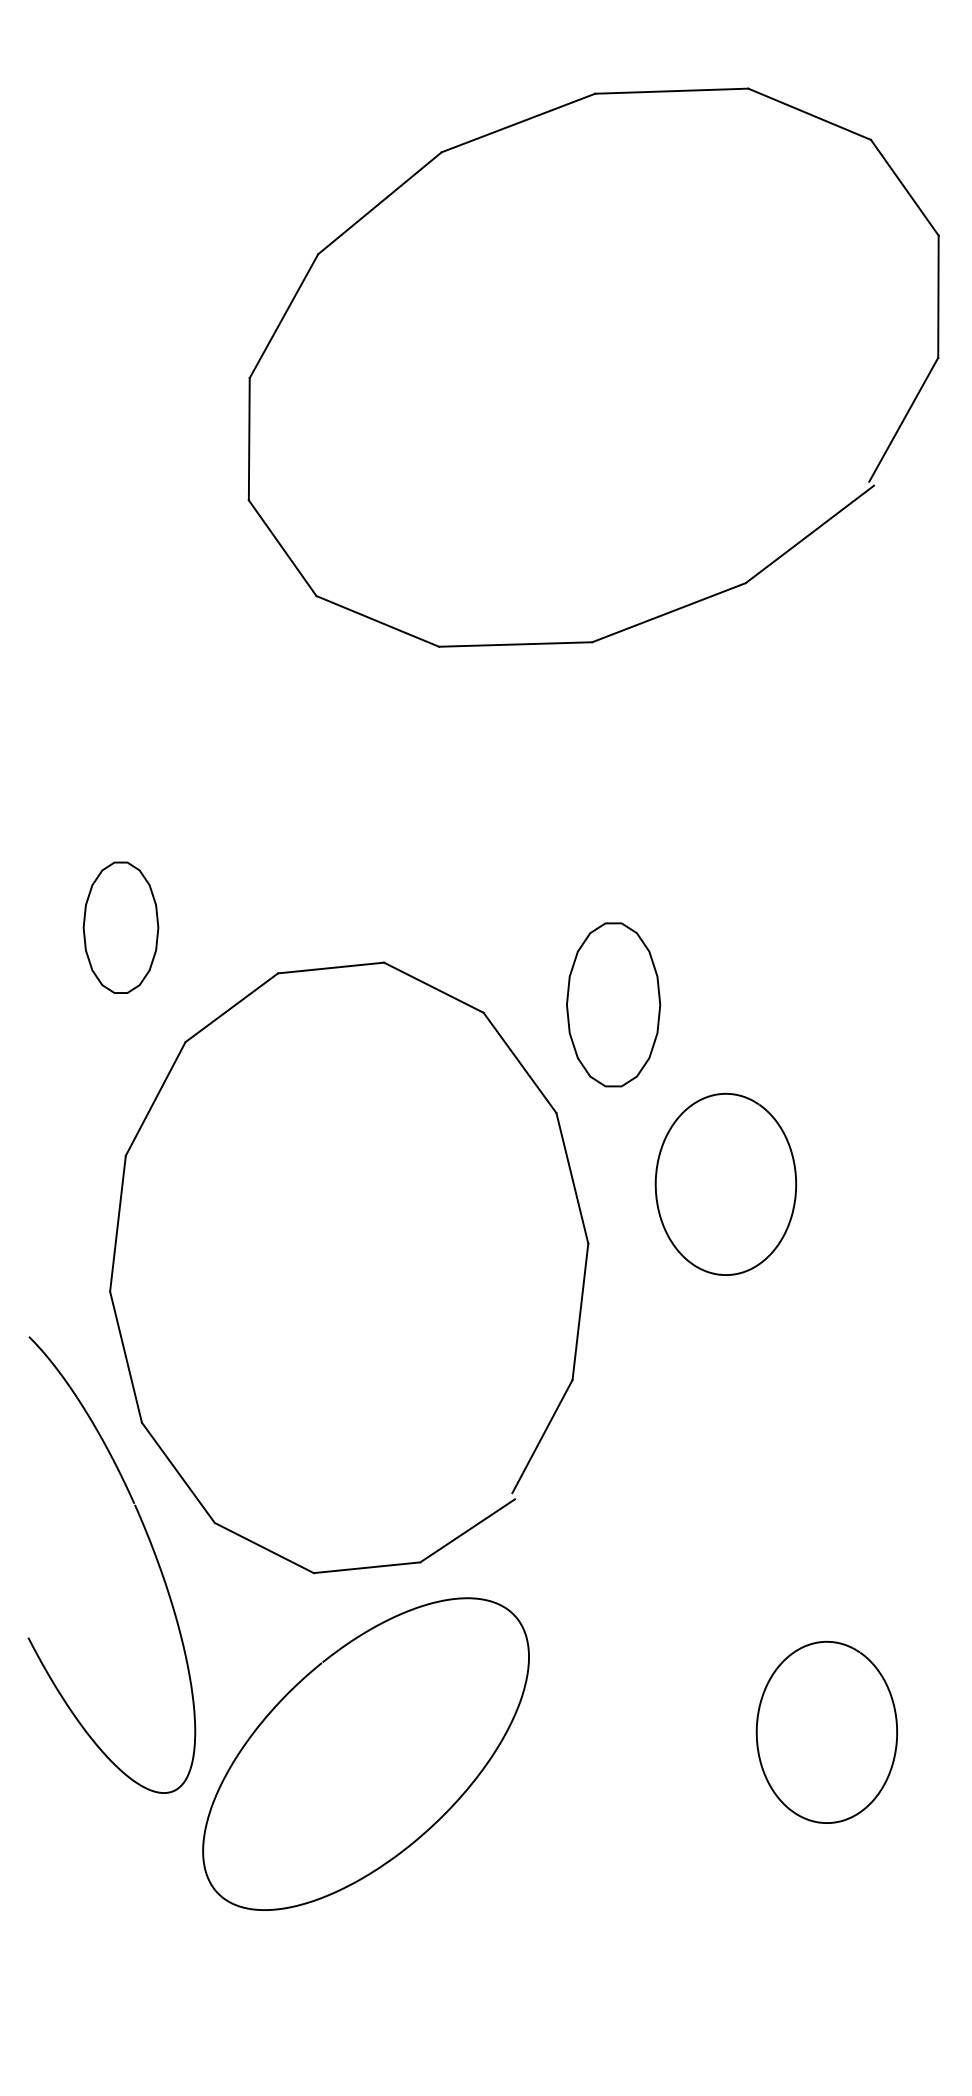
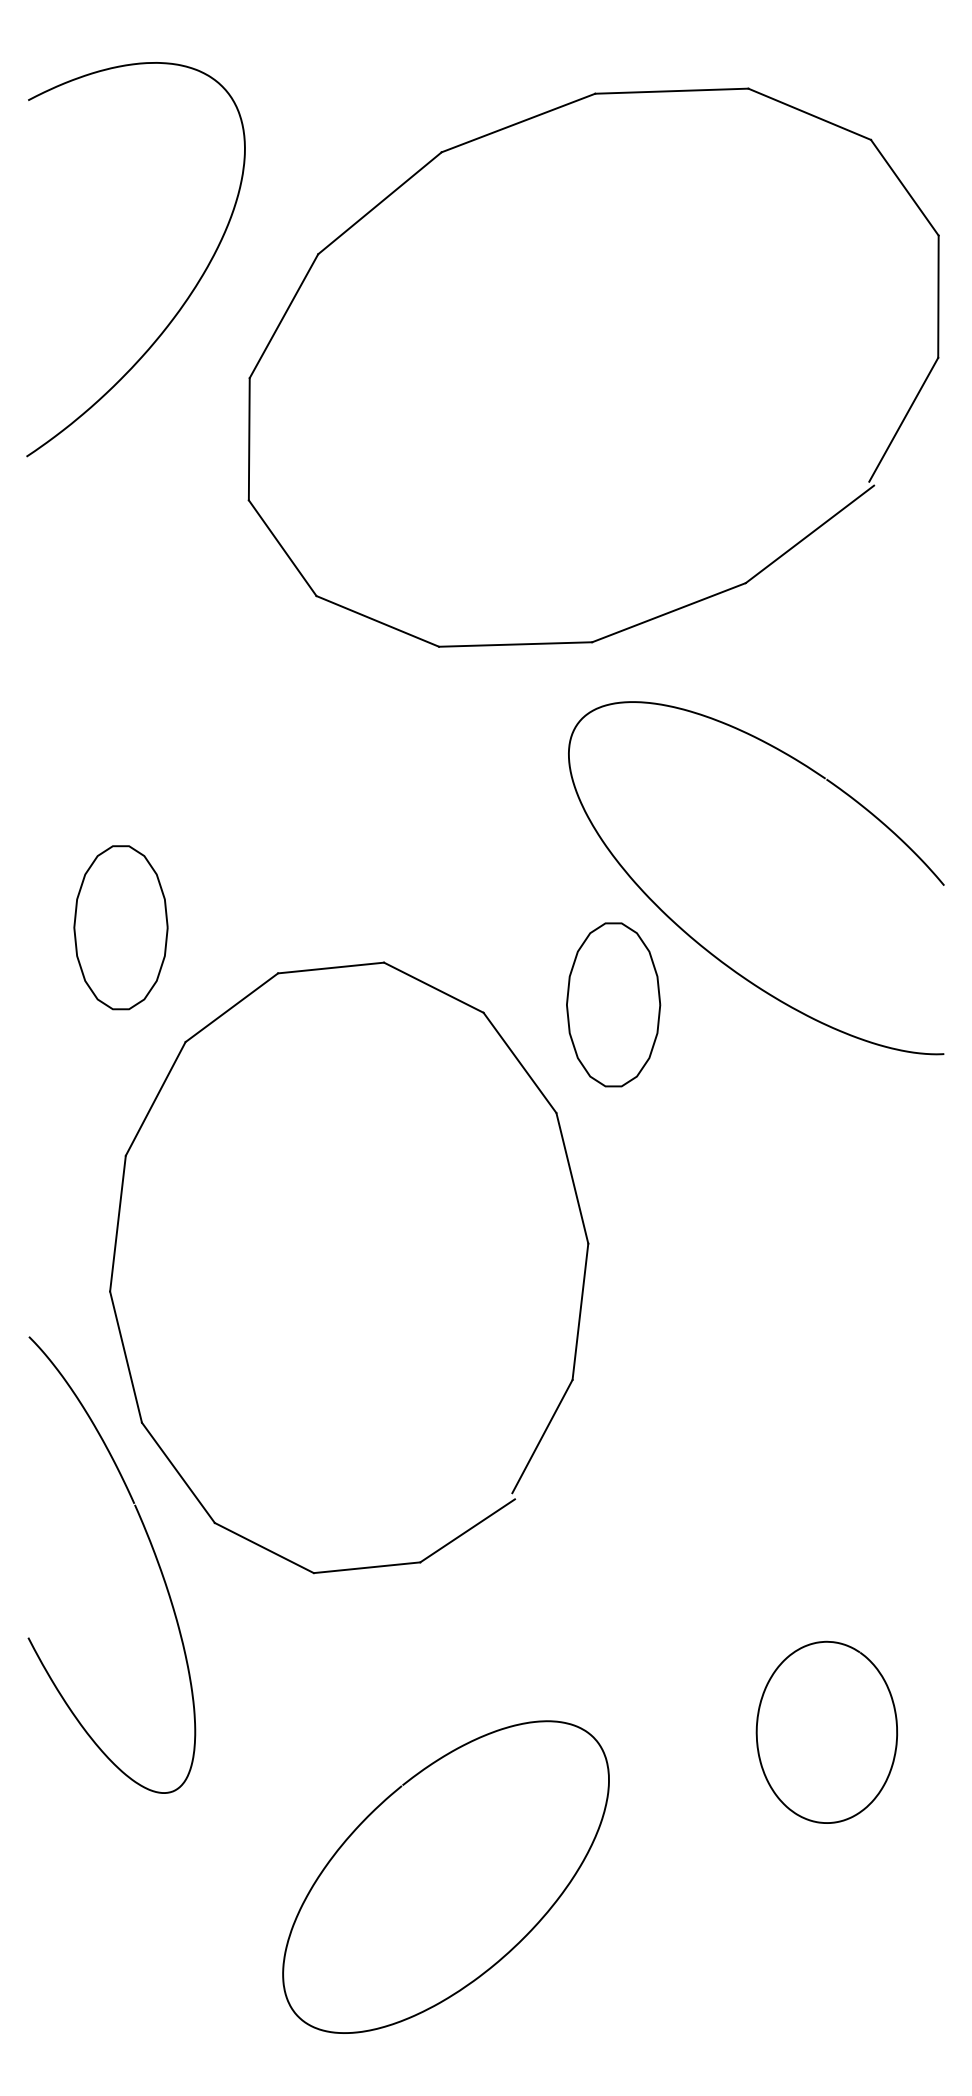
curve at (188, 295): none -> present
part at (120, 927) size: 78x133 px -> 96x166 px
part at (700, 943): none -> present
curve at (657, 1174): present -> none
curve at (302, 1681) position: (302, 1681) -> (382, 1804)
